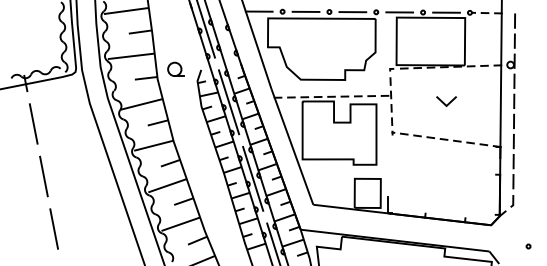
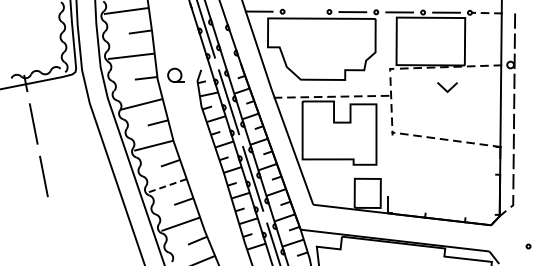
line at (305, 11): present -> none
part at (175, 68) position: (175, 68) -> (175, 74)
line at (444, 102) position: (444, 102) -> (445, 88)
line at (167, 185): solid -> dashed
line at (54, 228): present -> none
